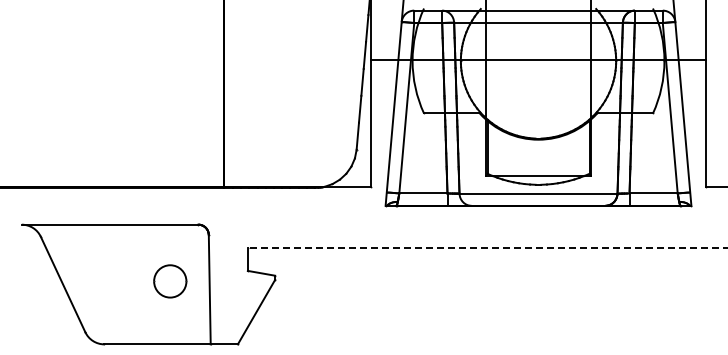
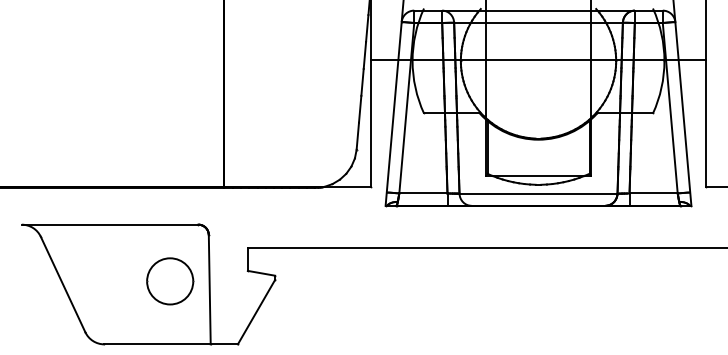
line at (487, 247): dashed -> solid
part at (170, 281) size: 35x35 px -> 49x49 px
